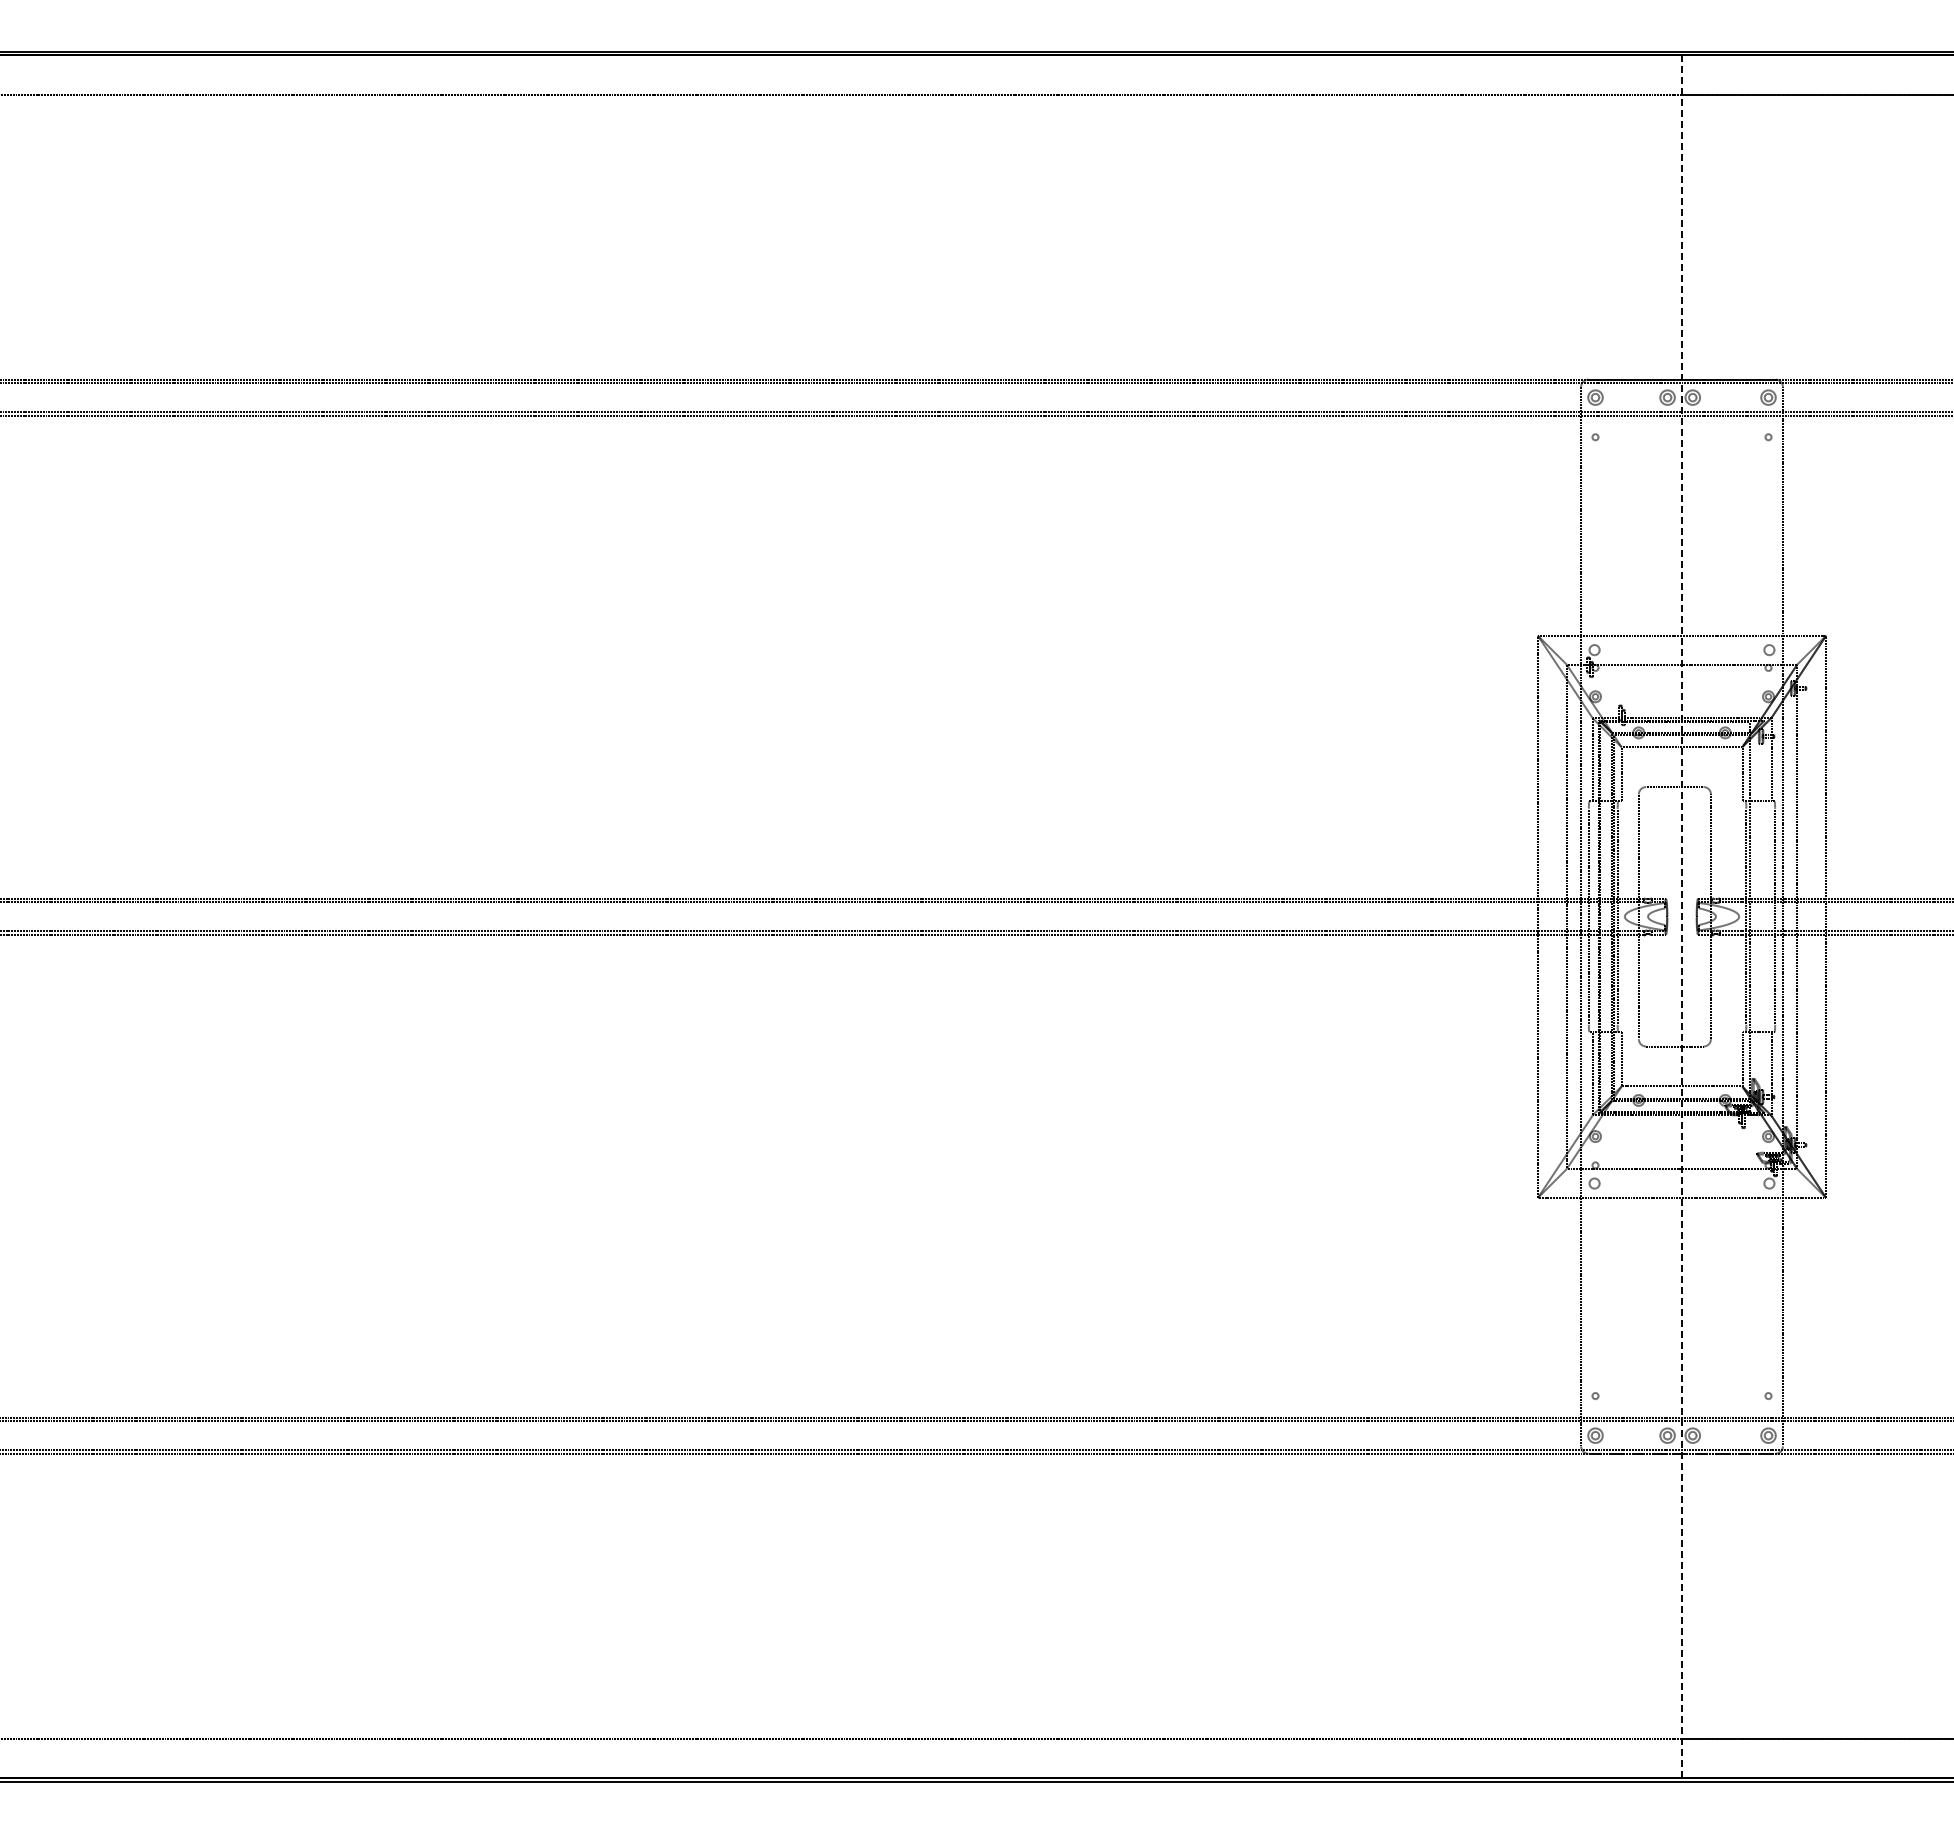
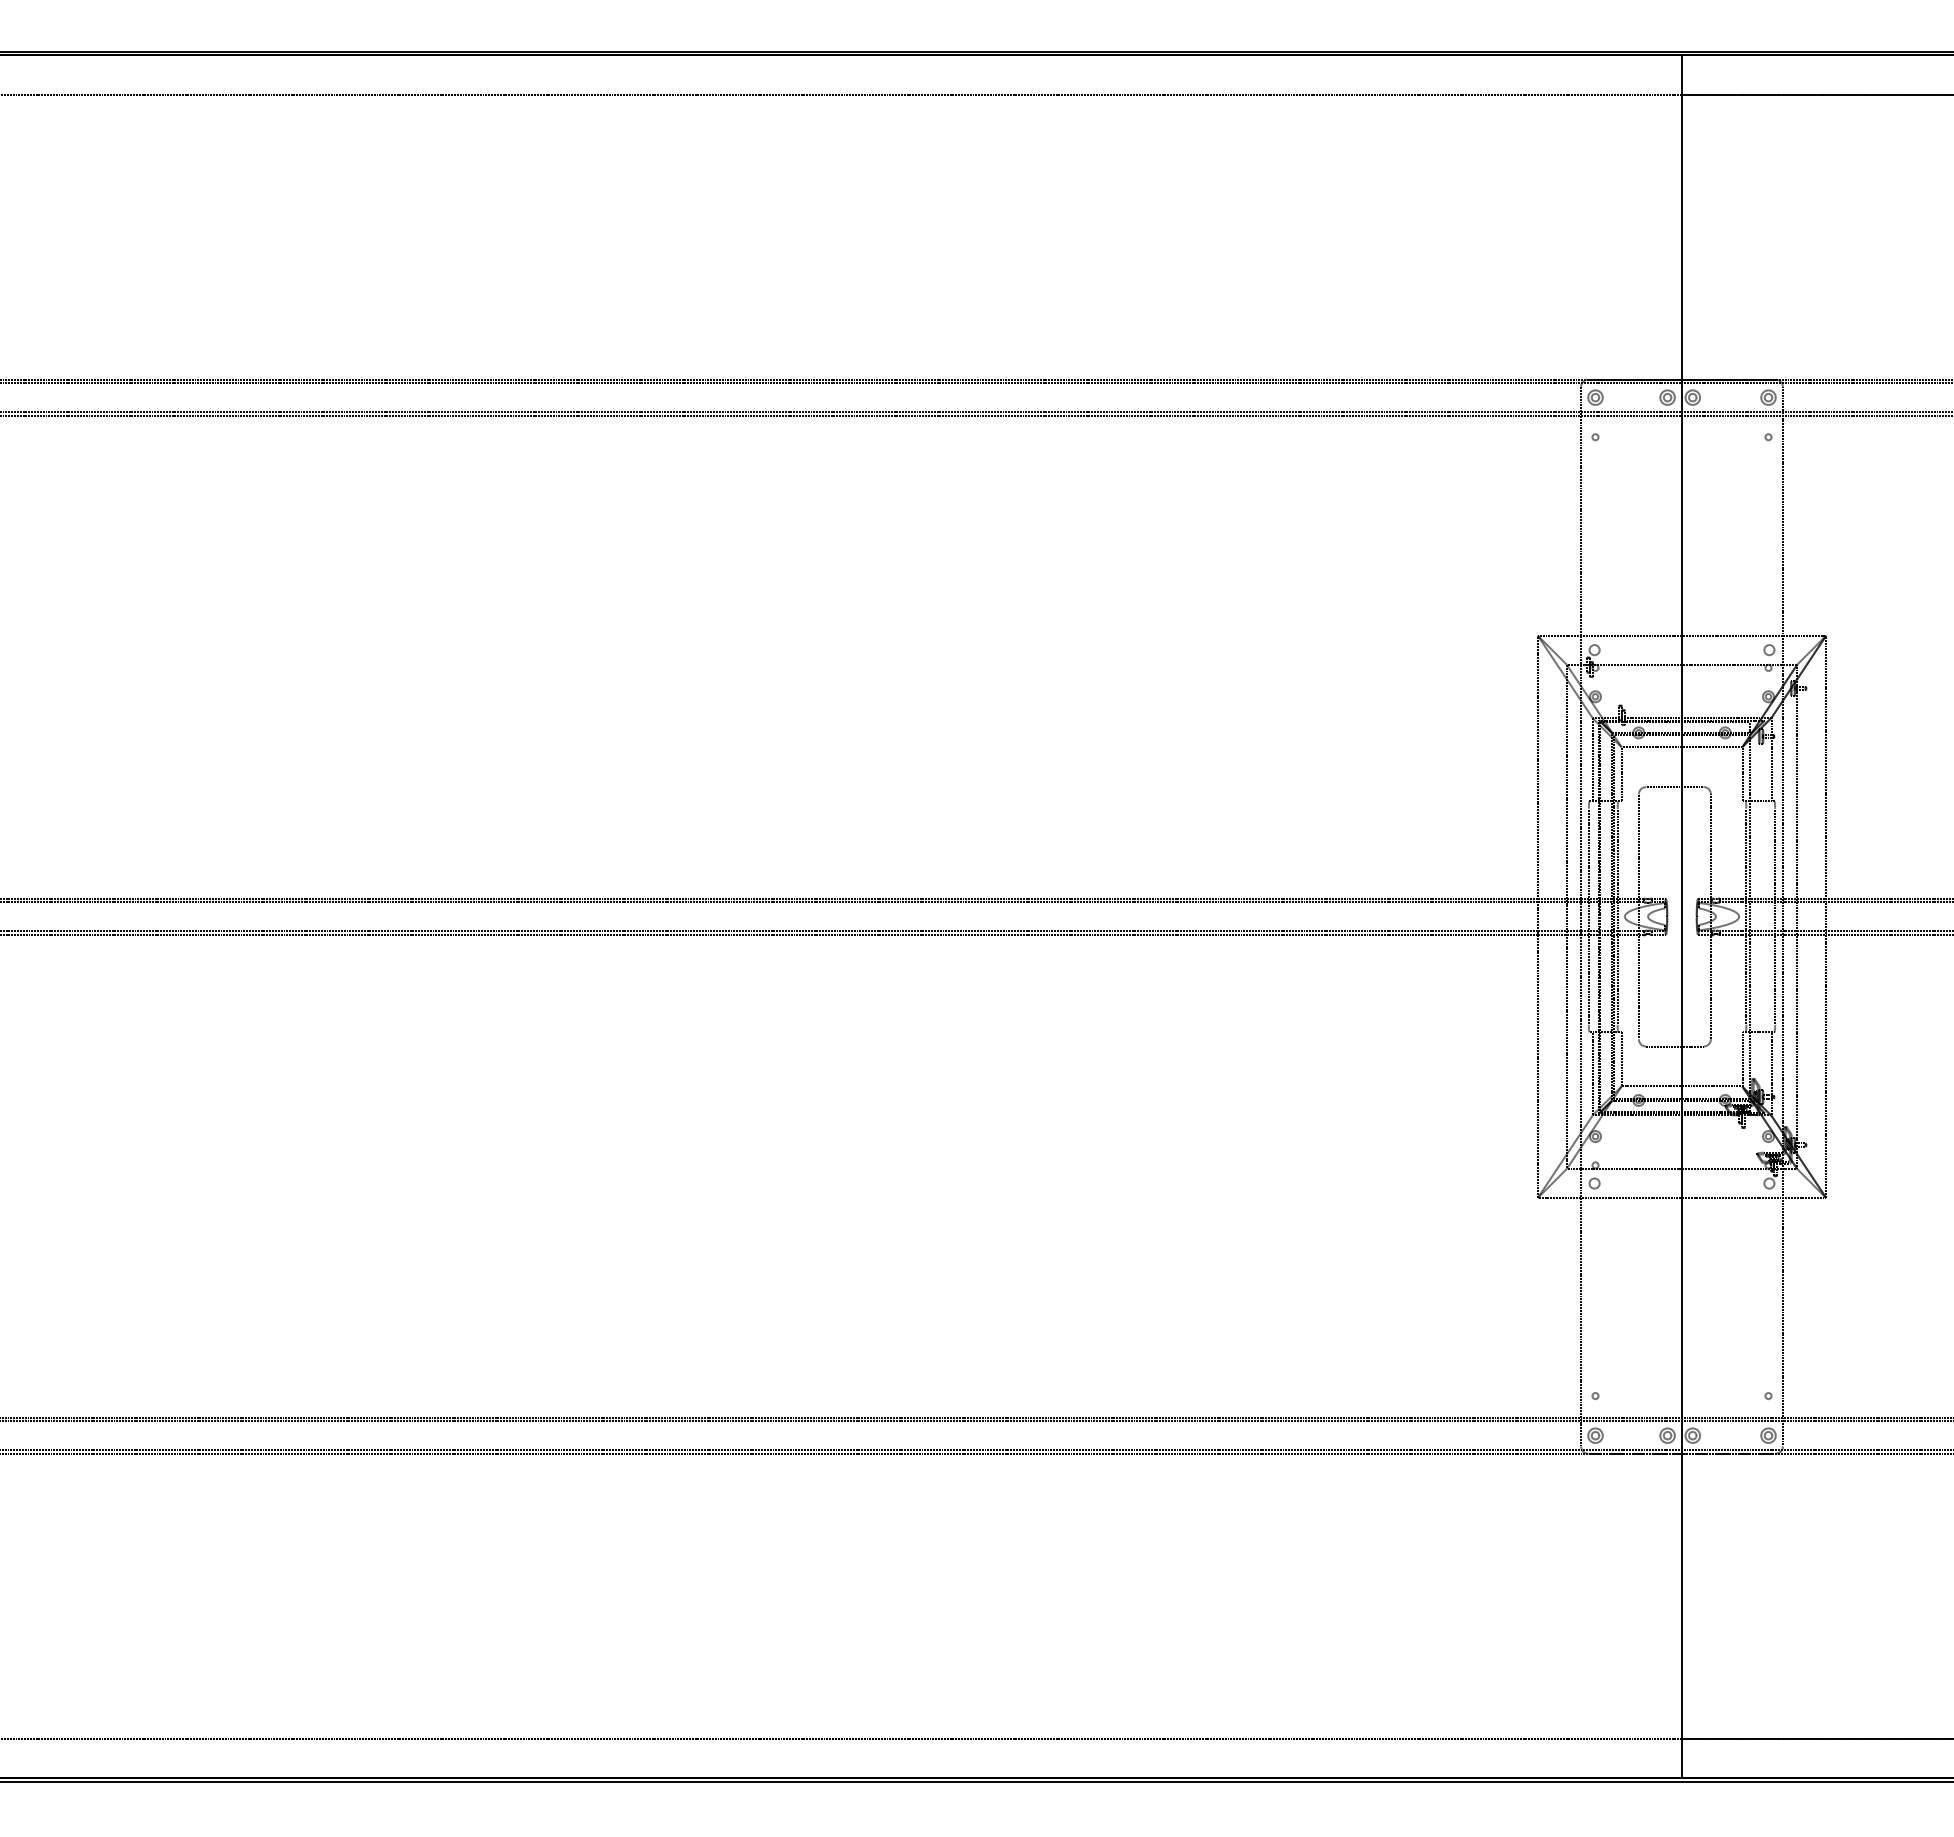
line at (1682, 916): dashed -> solid
